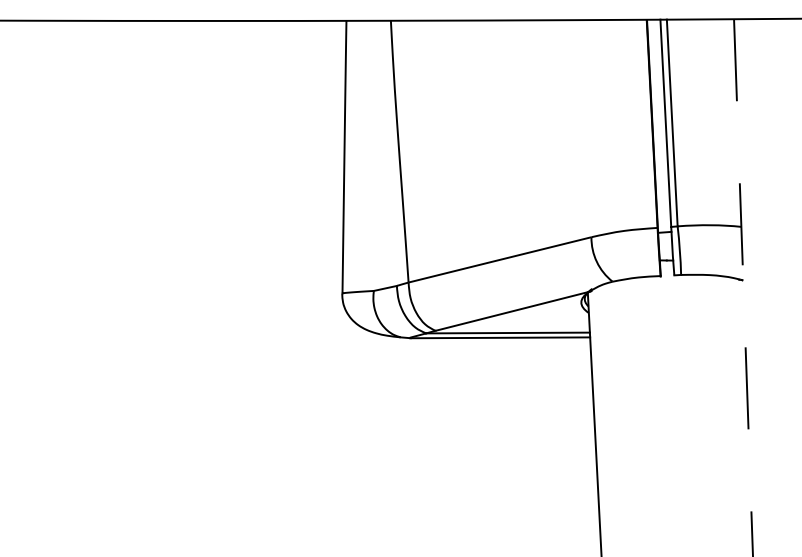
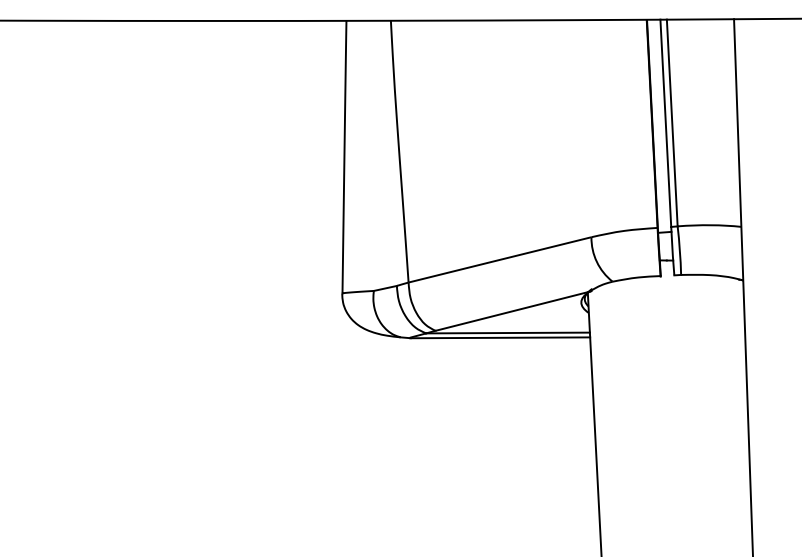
line at (743, 287): dashed -> solid
